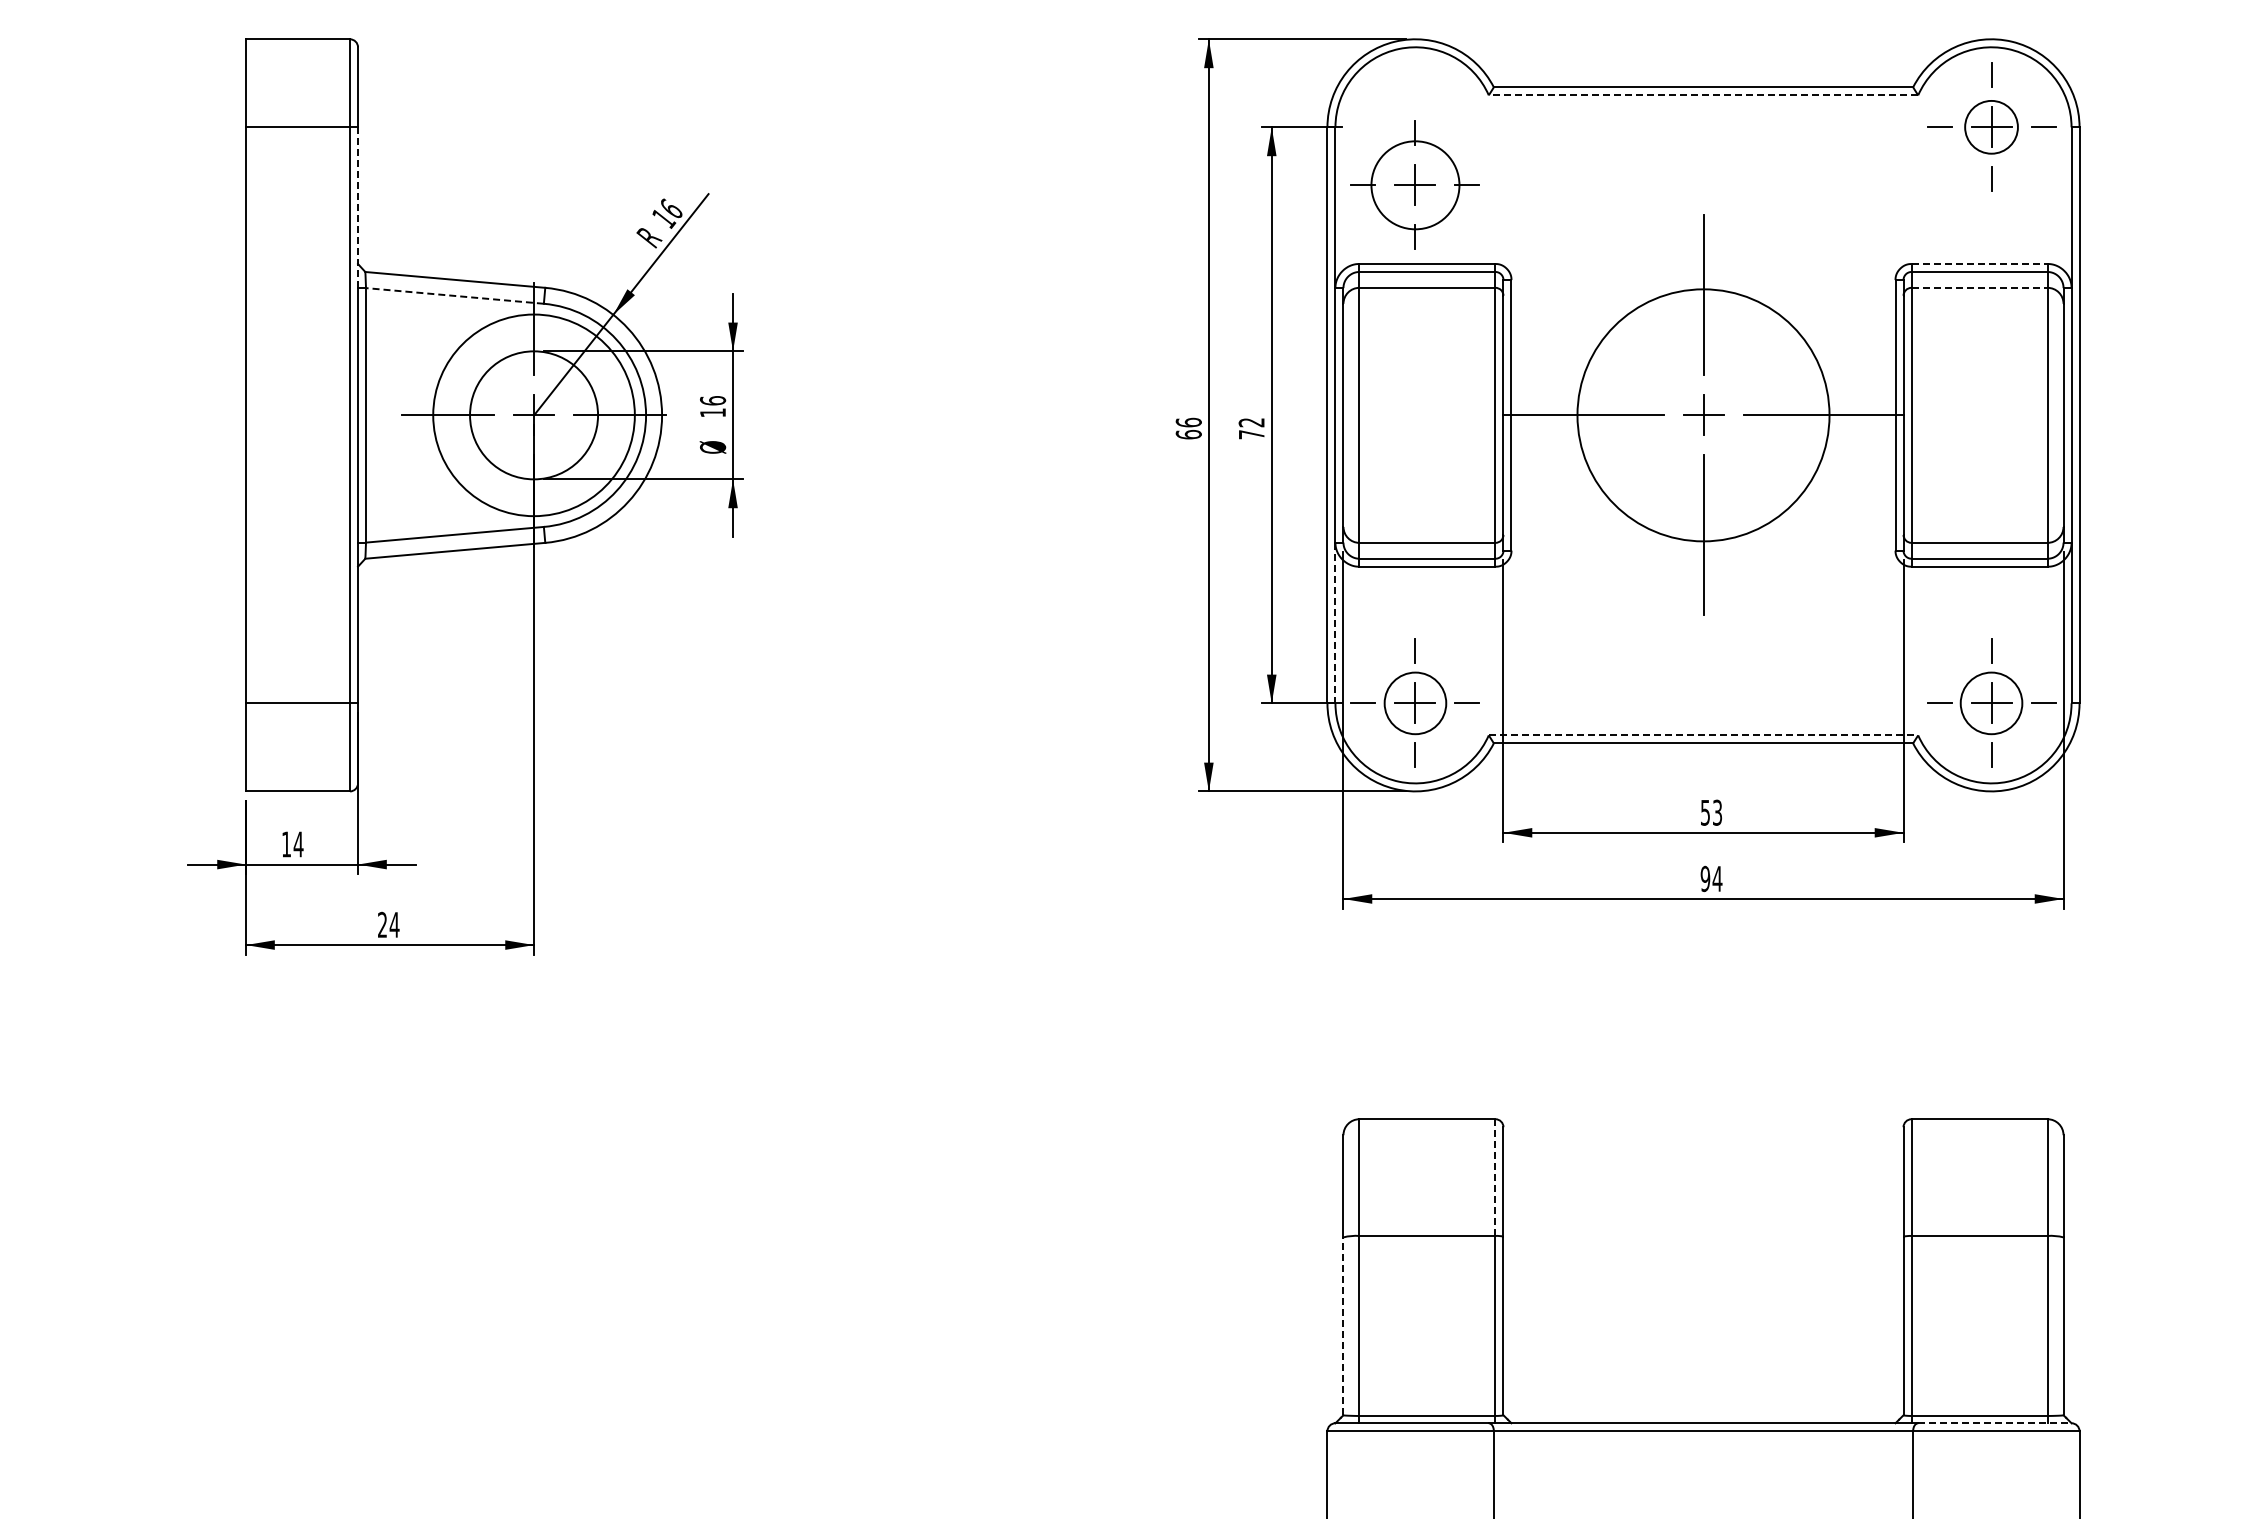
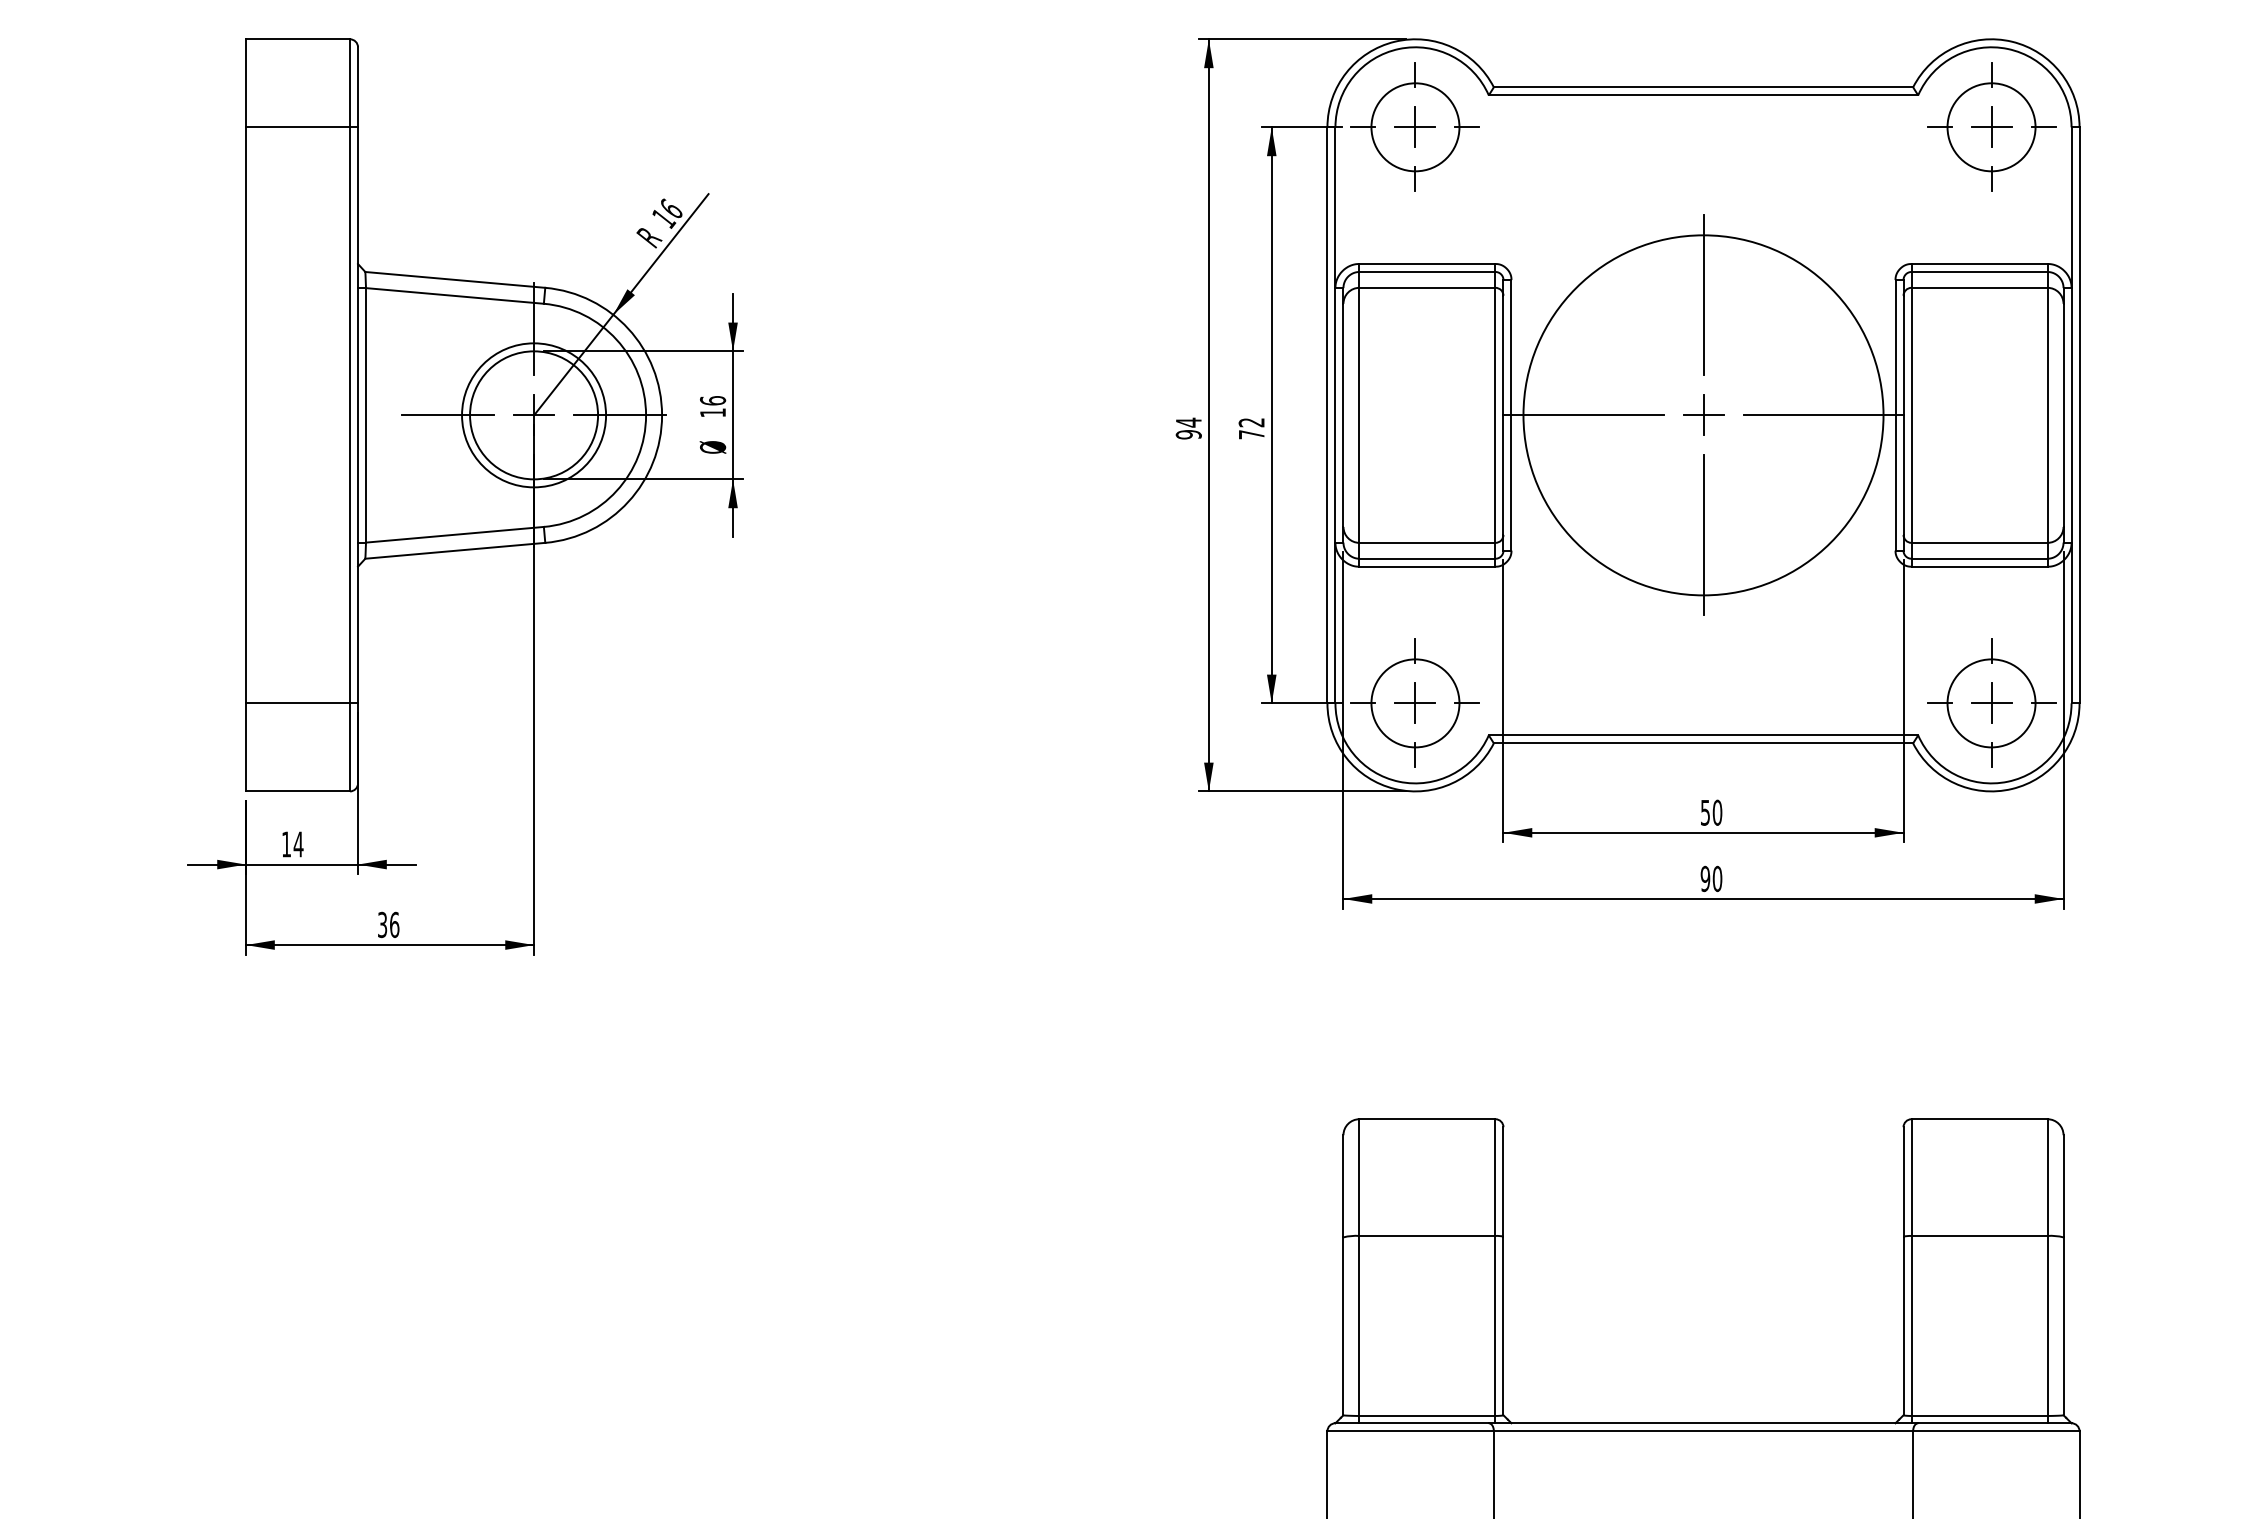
line at (1703, 95): dashed -> solid
circle at (1991, 126) diameter: 53 px -> 88 px
part at (1414, 184) position: (1414, 184) -> (1414, 126)
line at (358, 208): dashed -> solid
line at (1980, 264): dashed -> solid
line at (1980, 287): dashed -> solid
line at (454, 295): dashed -> solid
circle at (533, 415) diameter: 202 px -> 144 px
circle at (1703, 415) diameter: 252 px -> 360 px
text at (1188, 428): 66 -> 94
line at (1335, 623): dashed -> solid
circle at (1415, 703) diameter: 62 px -> 88 px
circle at (1991, 703) diameter: 62 px -> 88 px
line at (1703, 735): dashed -> solid
text at (1717, 812): 53 -> 50
text at (1717, 878): 94 -> 90
text at (388, 924): 24 -> 36
line at (1495, 1177): dashed -> solid
line at (1343, 1326): dashed -> solid
line at (1994, 1423): dashed -> solid
